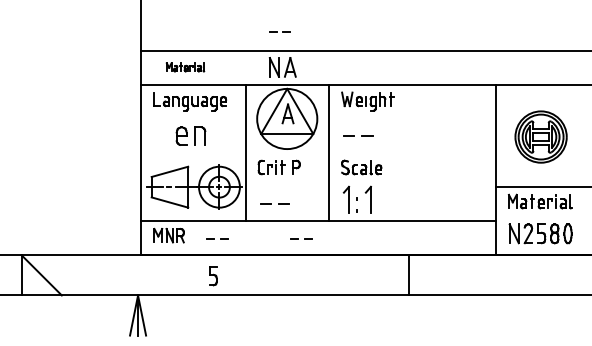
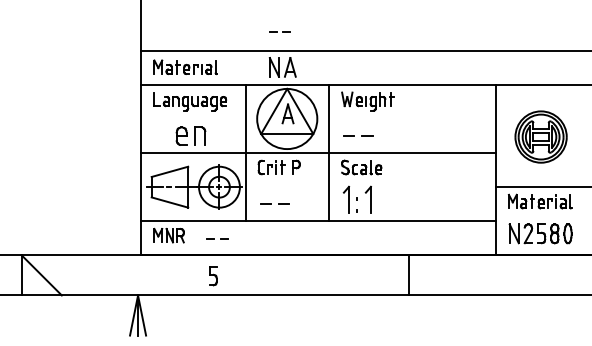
part at (185, 67) size: 41x11 px -> 65x17 px
line at (318, 153): none -> present
line at (298, 238): present -> none
